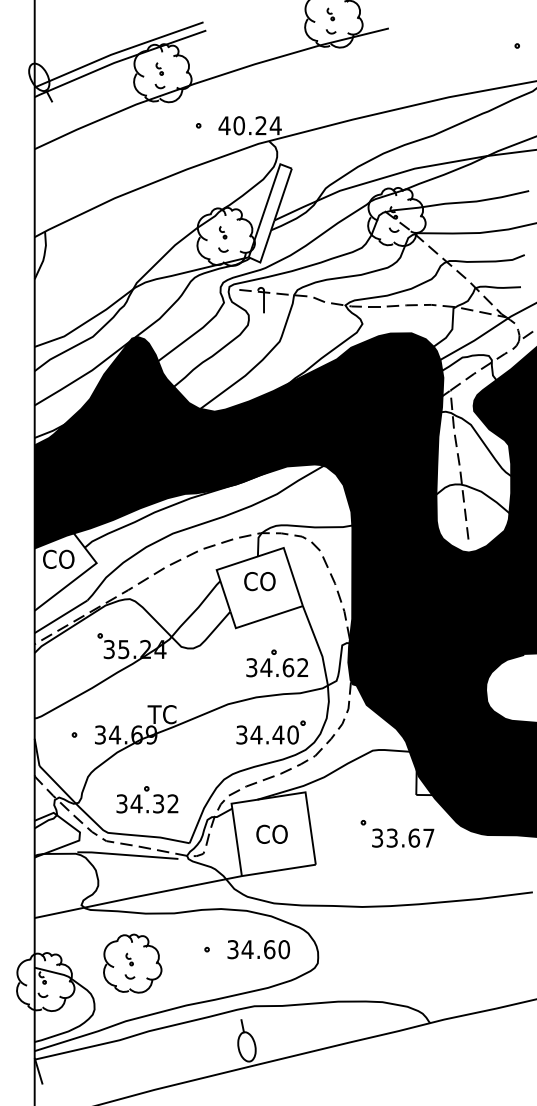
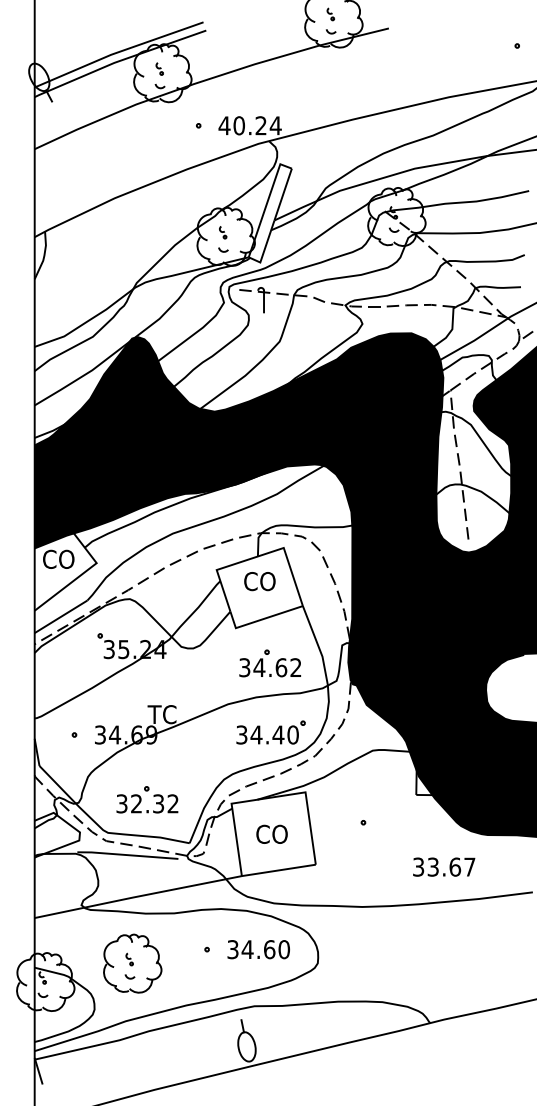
part at (276, 663) position: (276, 663) -> (269, 663)
text at (136, 803): 34.32 -> 32.32
text at (403, 837) position: (403, 837) -> (444, 866)
